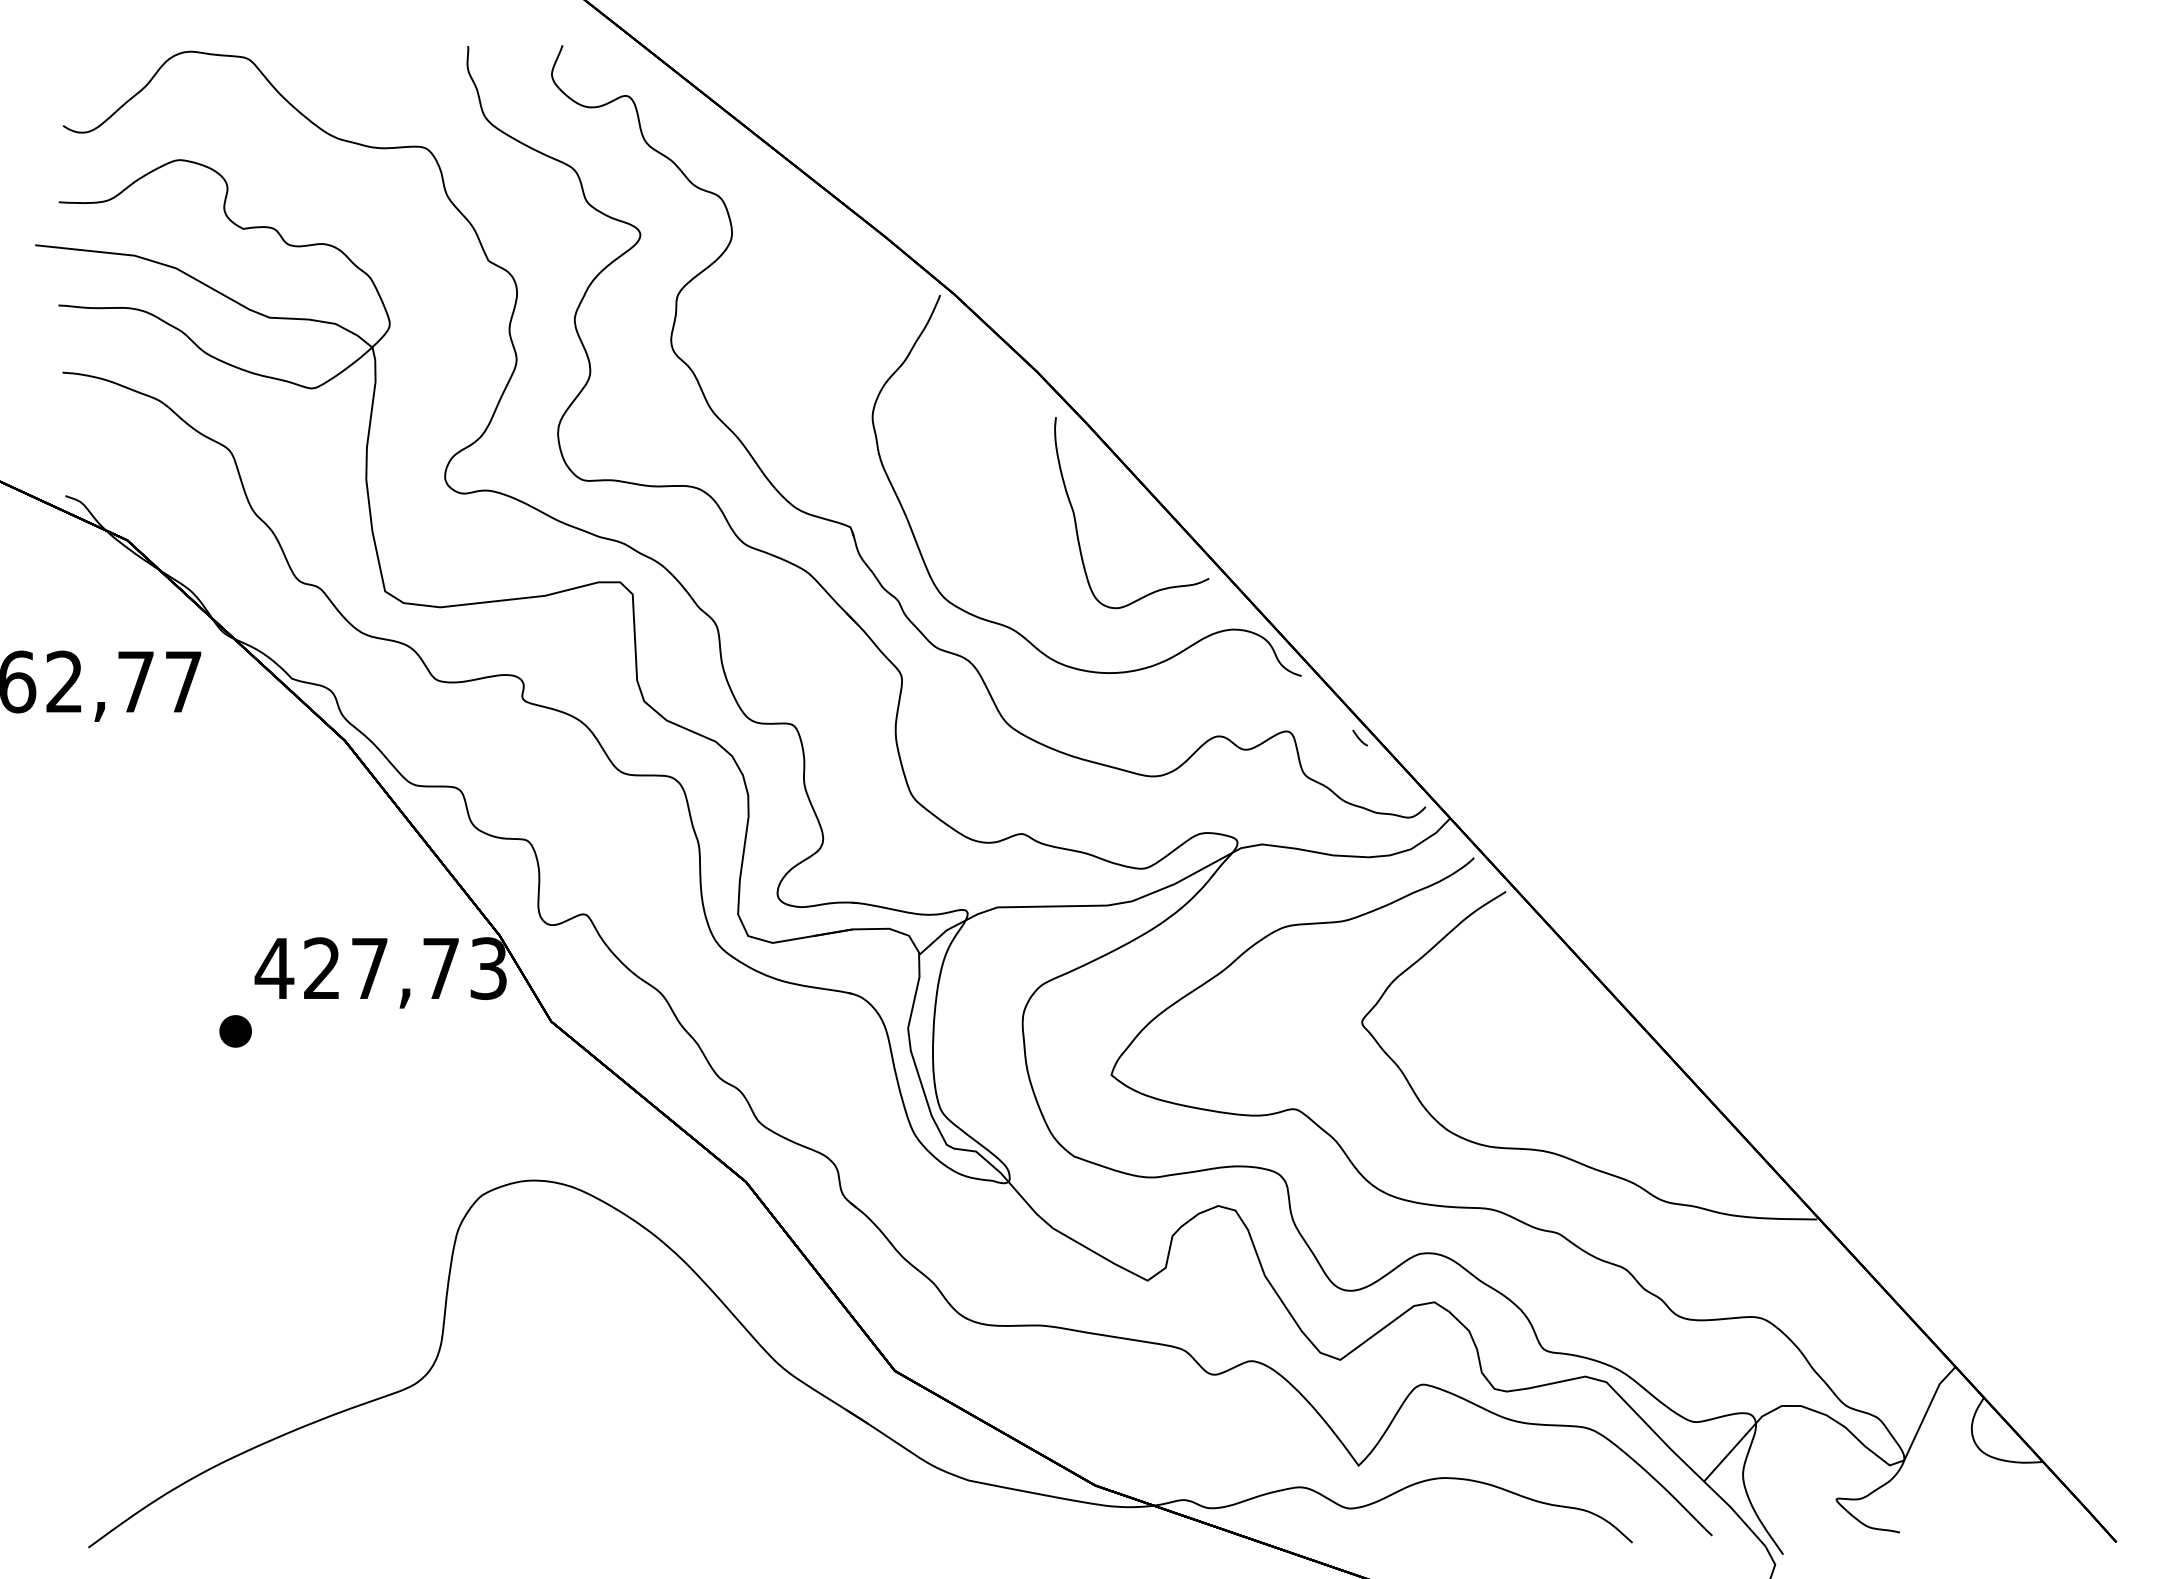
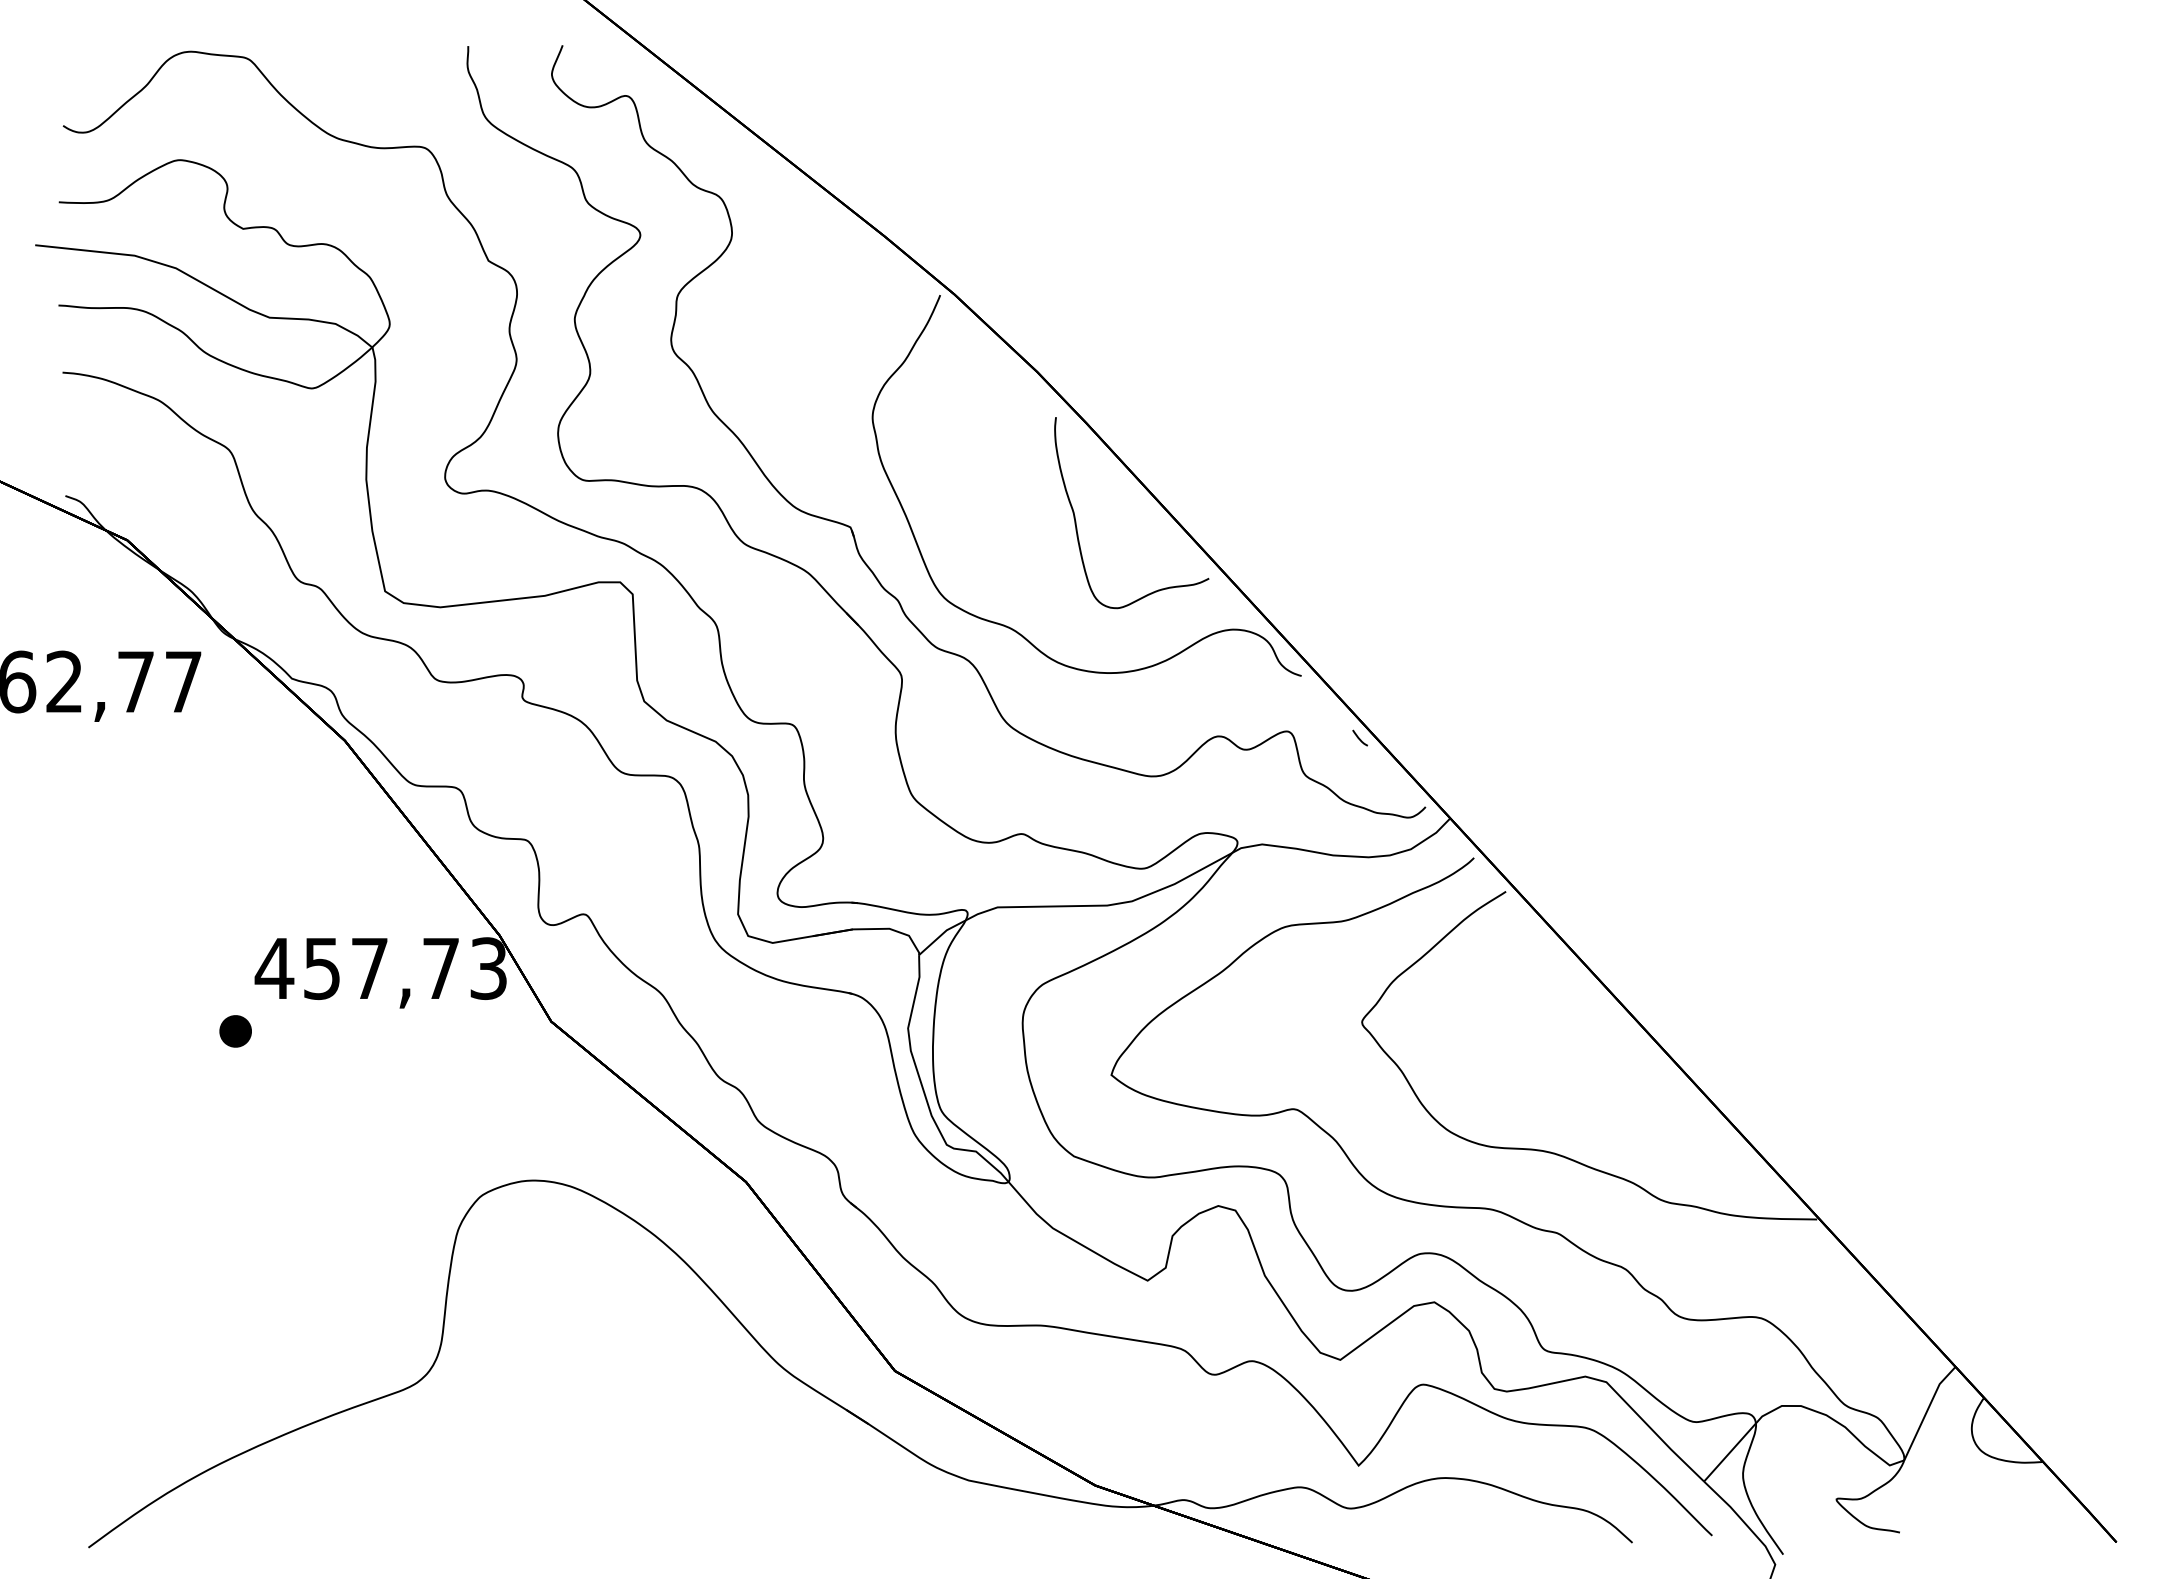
text at (321, 968): 427,73 -> 457,73
